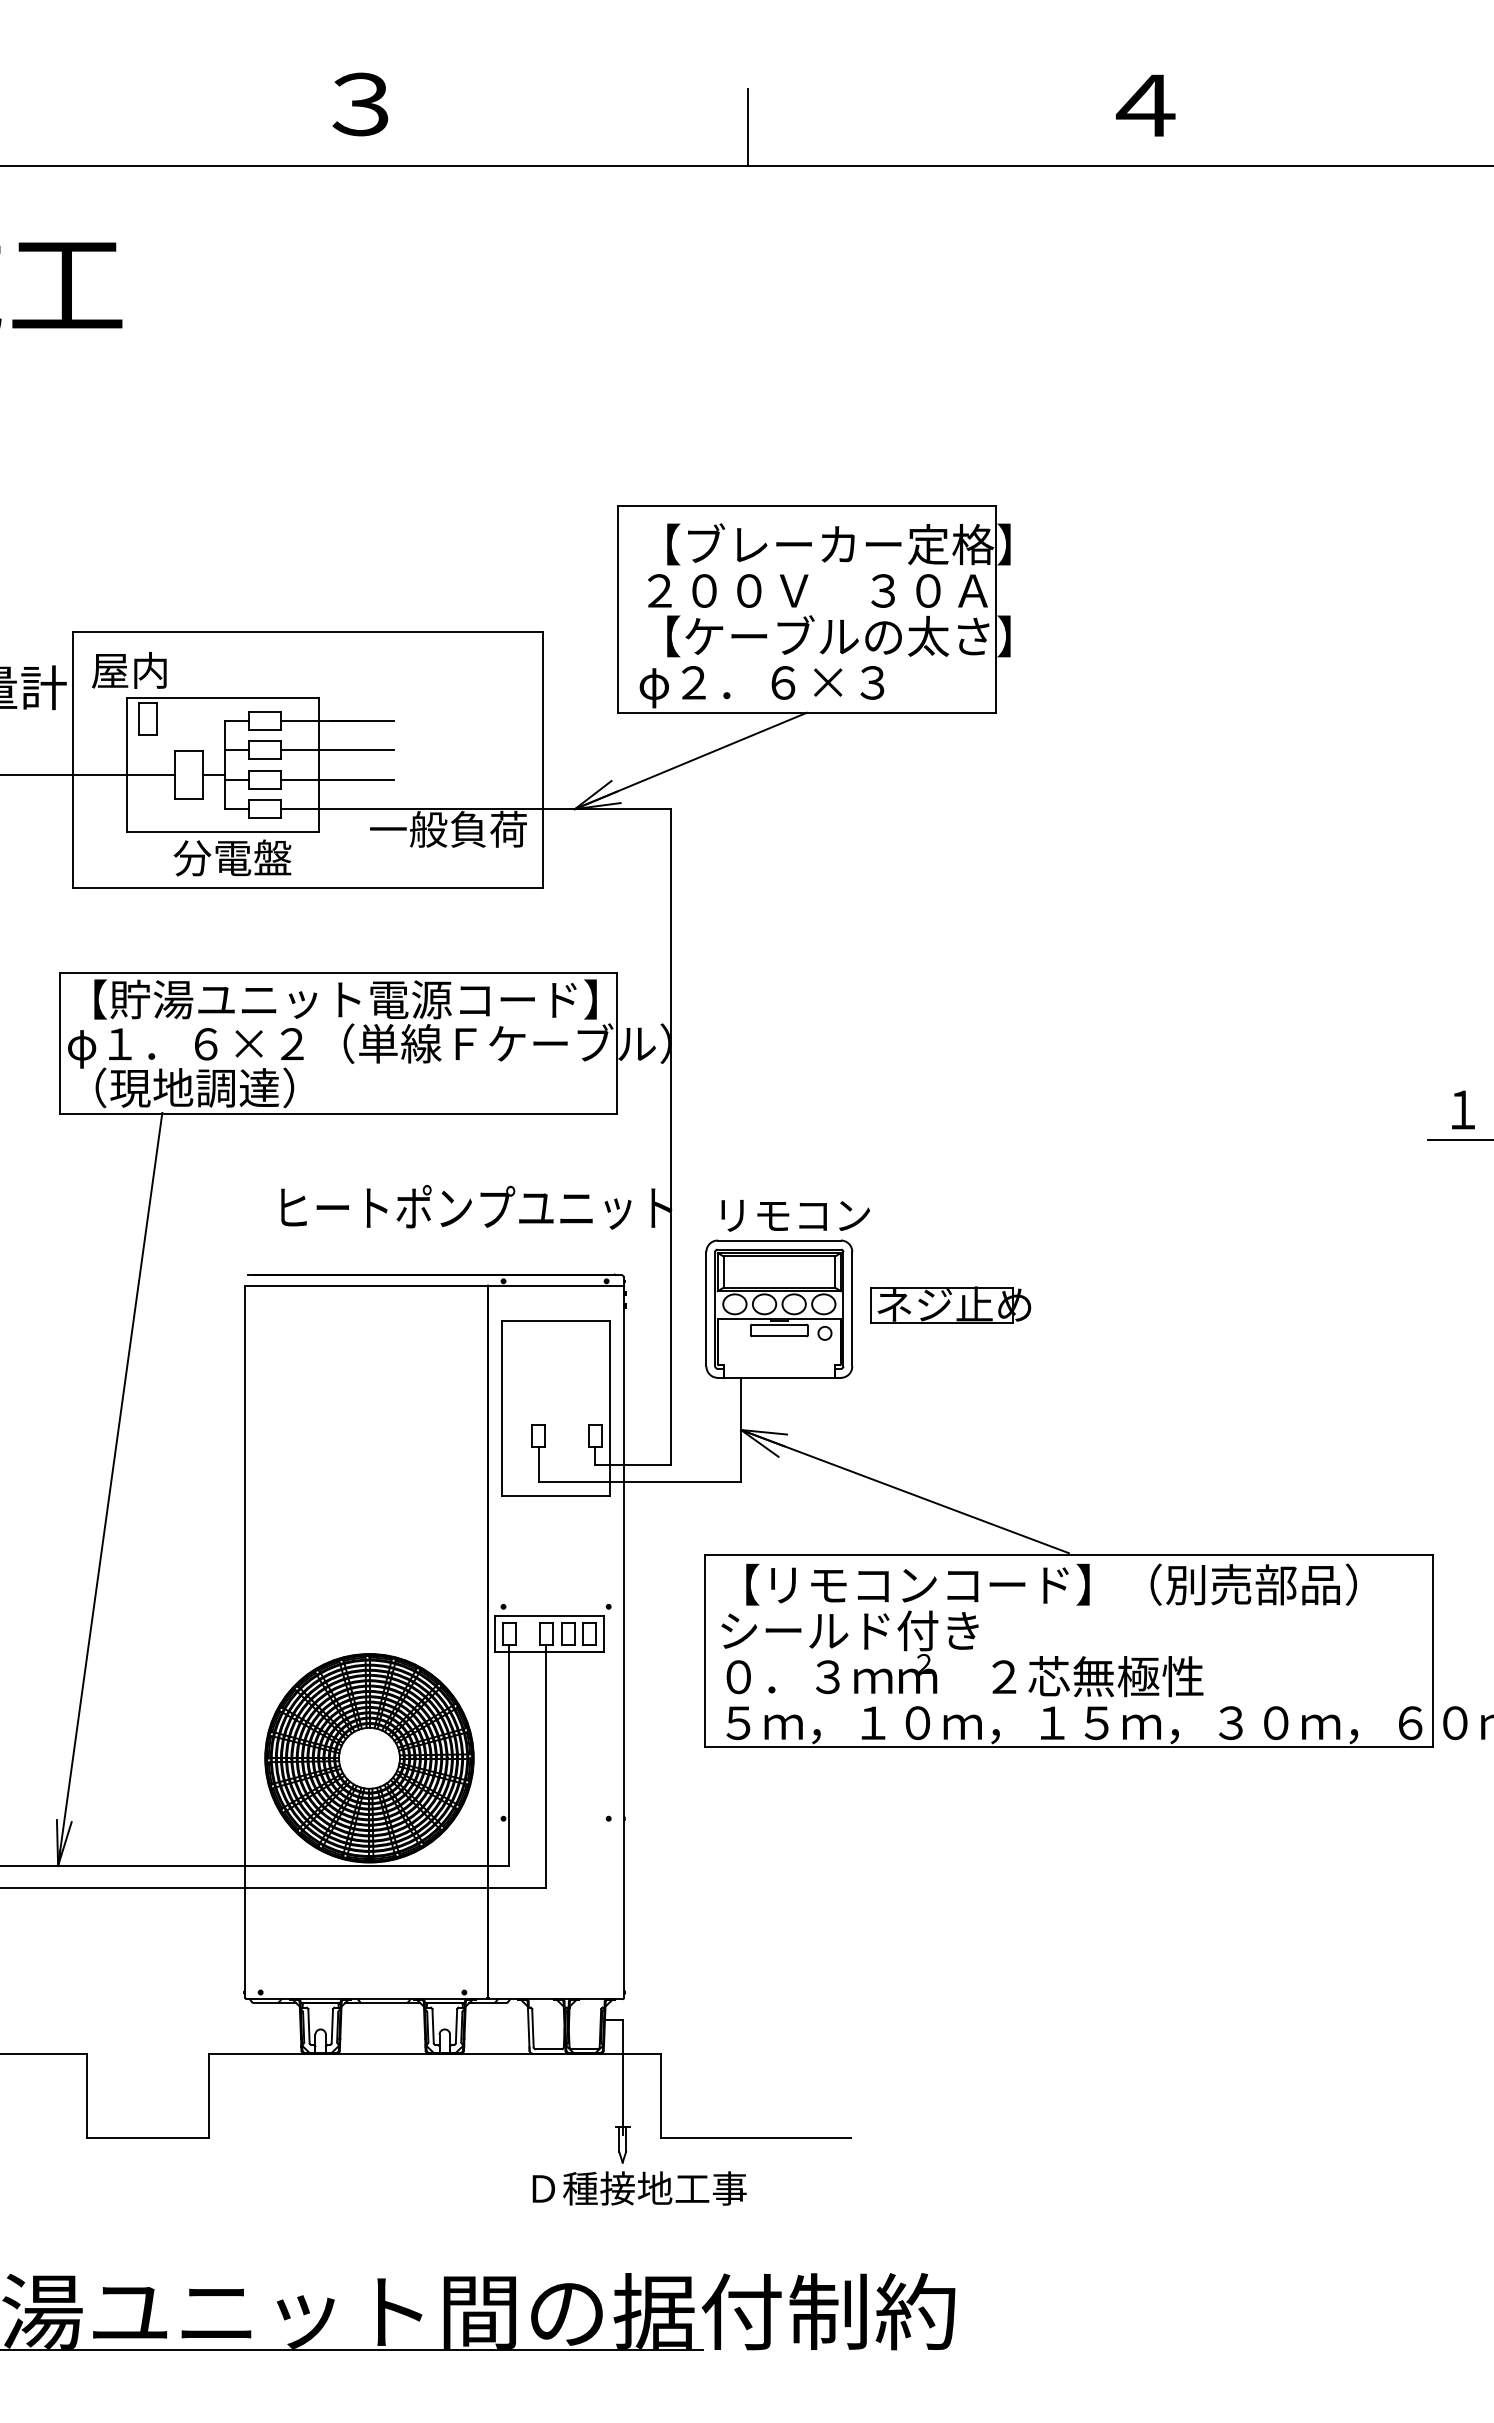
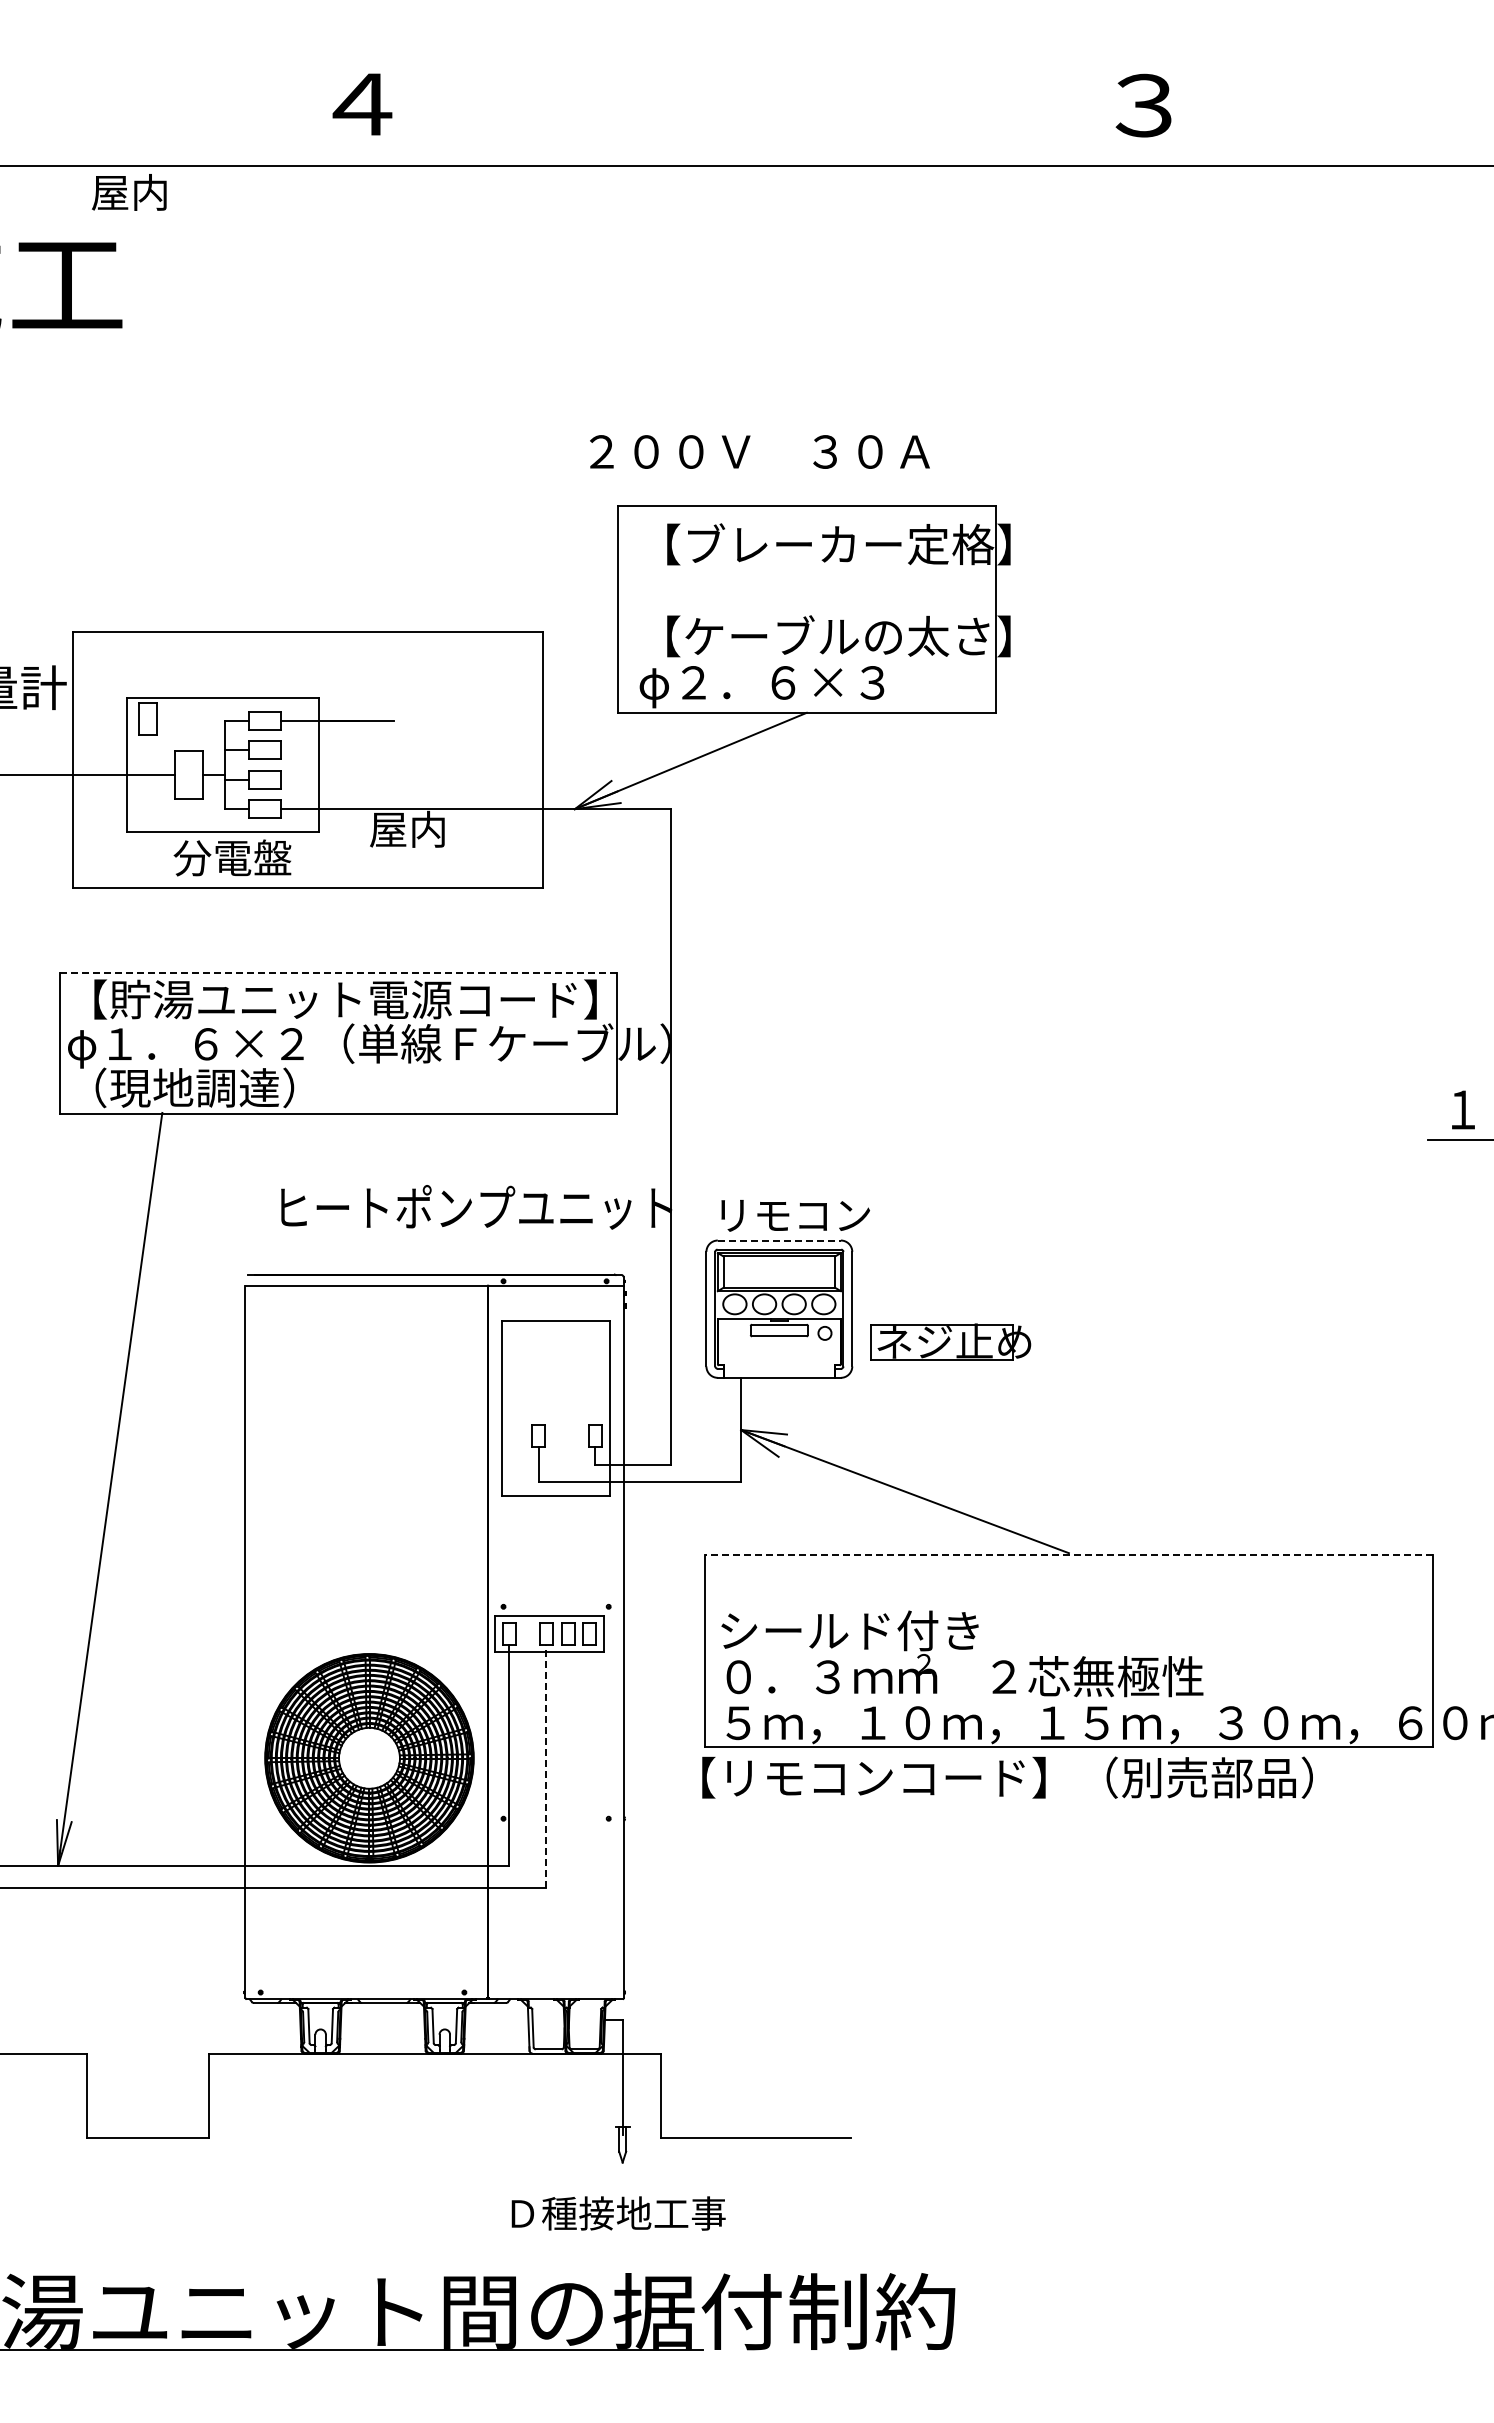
text at (362, 104): ３ -> ４
text at (1145, 105): ４ -> ３
line at (747, 127): present -> none
text at (817, 590) position: (817, 590) -> (759, 451)
text at (129, 670) position: (129, 670) -> (129, 192)
line at (337, 750): present -> none
line at (337, 779): present -> none
text at (448, 828): 一般負荷 -> 屋内
line at (337, 973): solid -> dashed
line at (779, 1240): solid -> dashed
part at (950, 1304) position: (950, 1304) -> (950, 1341)
line at (1068, 1554): solid -> dashed
text at (1051, 1584) position: (1051, 1584) -> (1007, 1777)
line at (546, 1765): solid -> dashed
text at (639, 2188) position: (639, 2188) -> (618, 2213)
